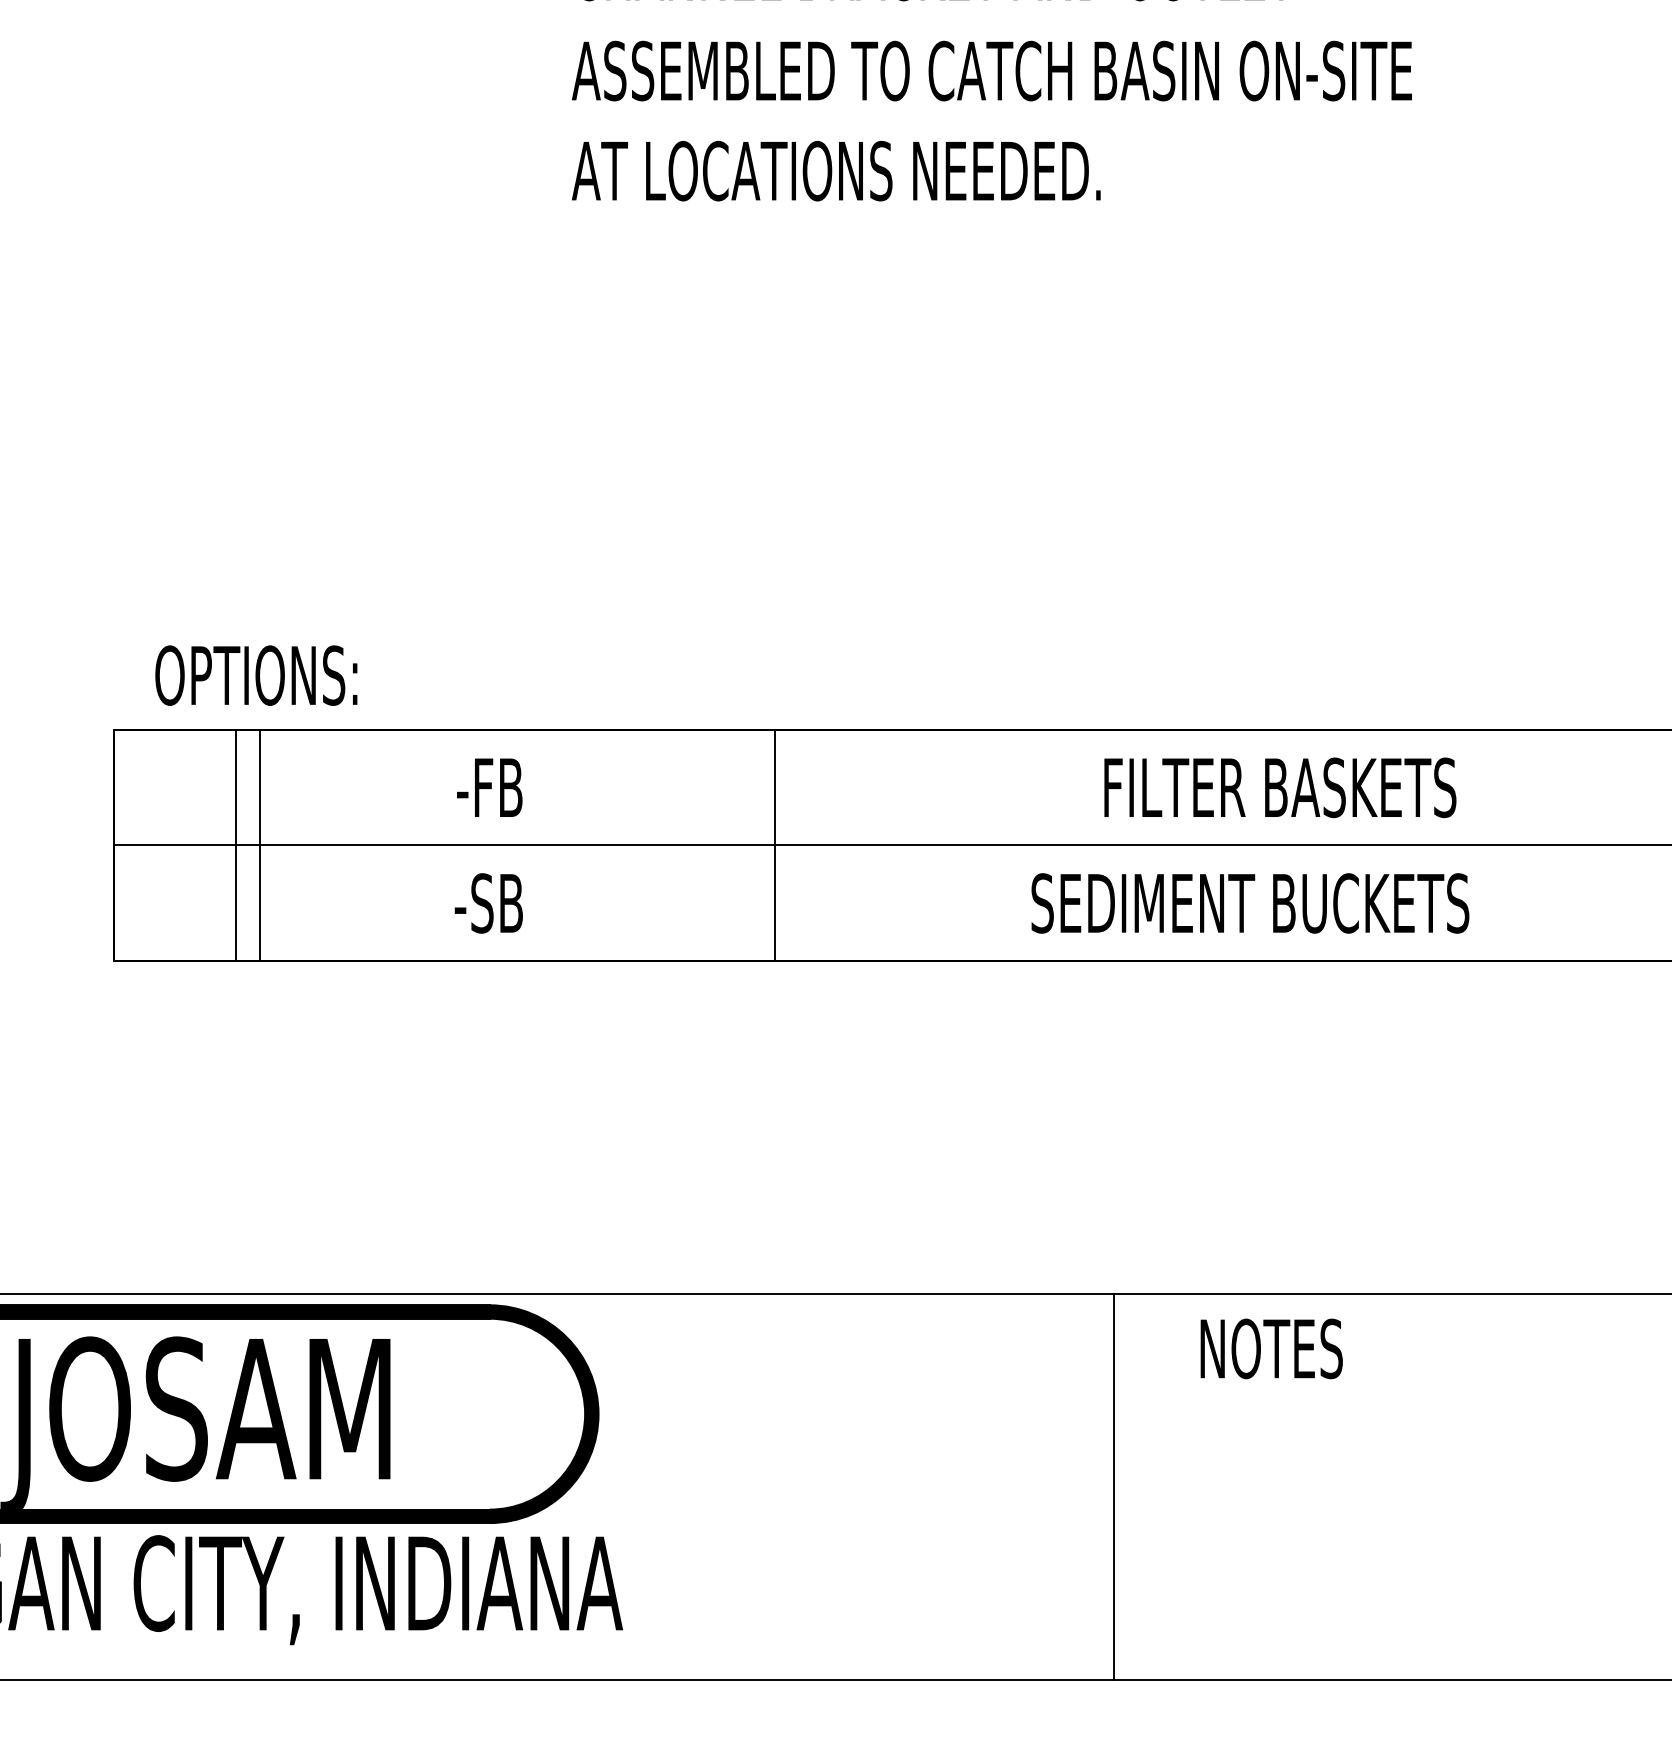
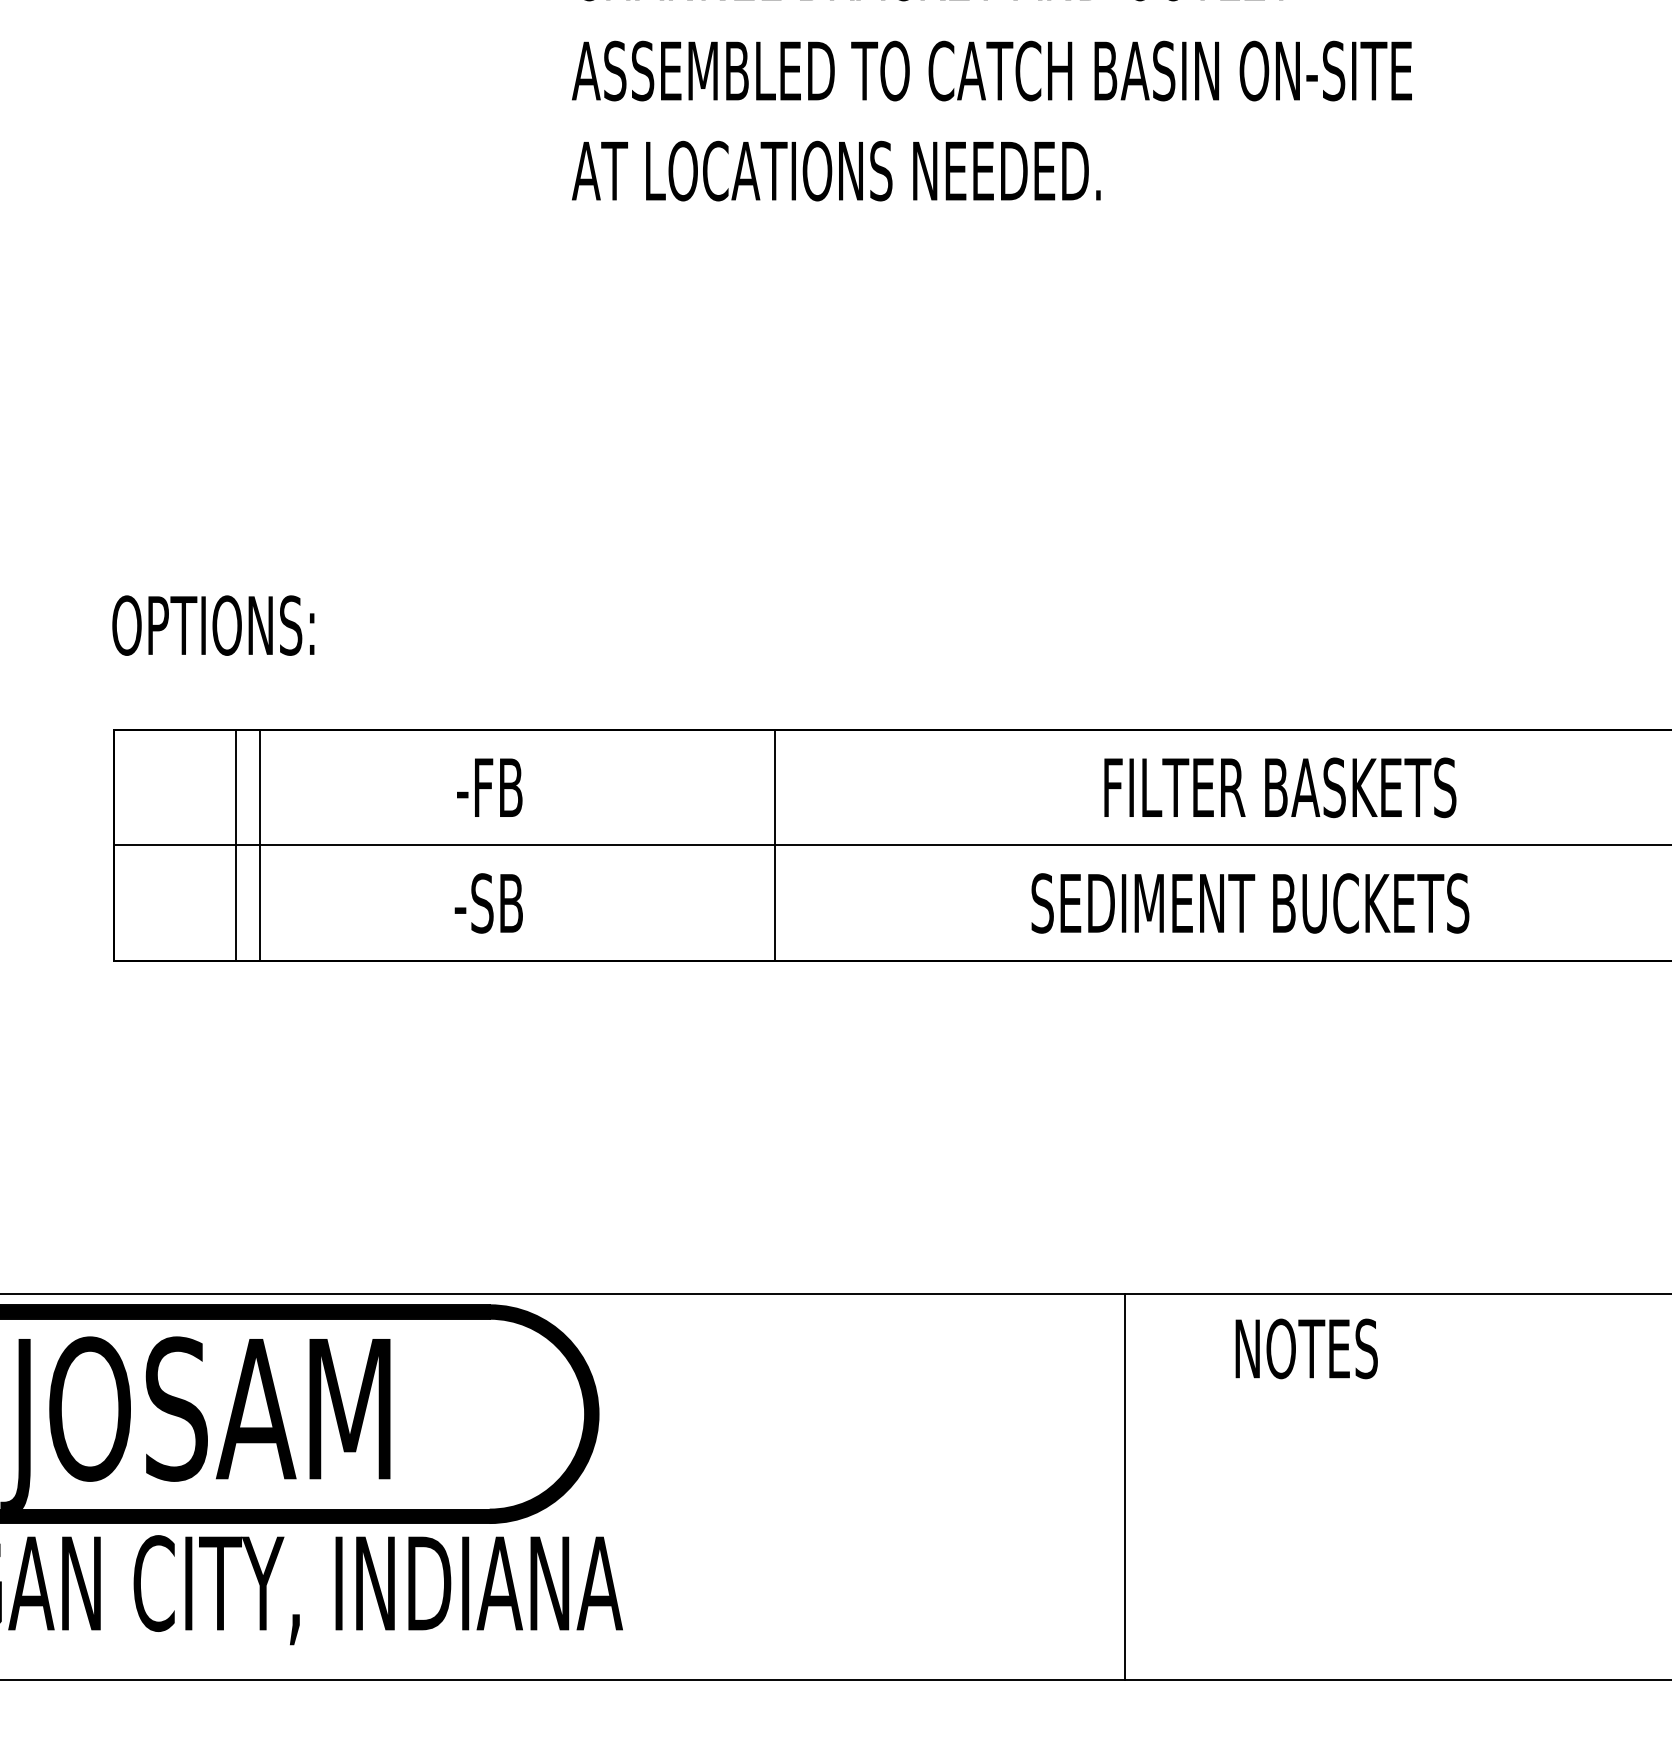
text at (256, 675) position: (256, 675) -> (213, 625)
text at (1271, 1348) position: (1271, 1348) -> (1306, 1348)
line at (1114, 1486) position: (1114, 1486) -> (1125, 1486)
